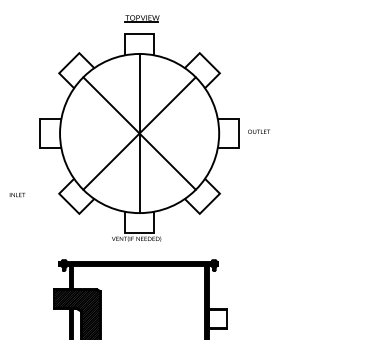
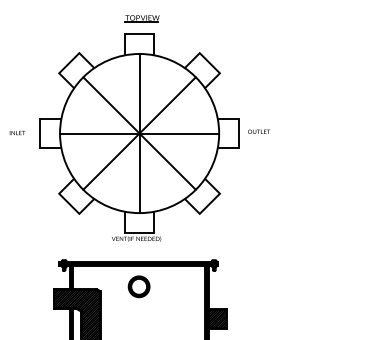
line at (139, 133): none -> present
text at (17, 194) position: (17, 194) -> (17, 132)
part at (138, 286): none -> present
hatch at (217, 318): none -> present
